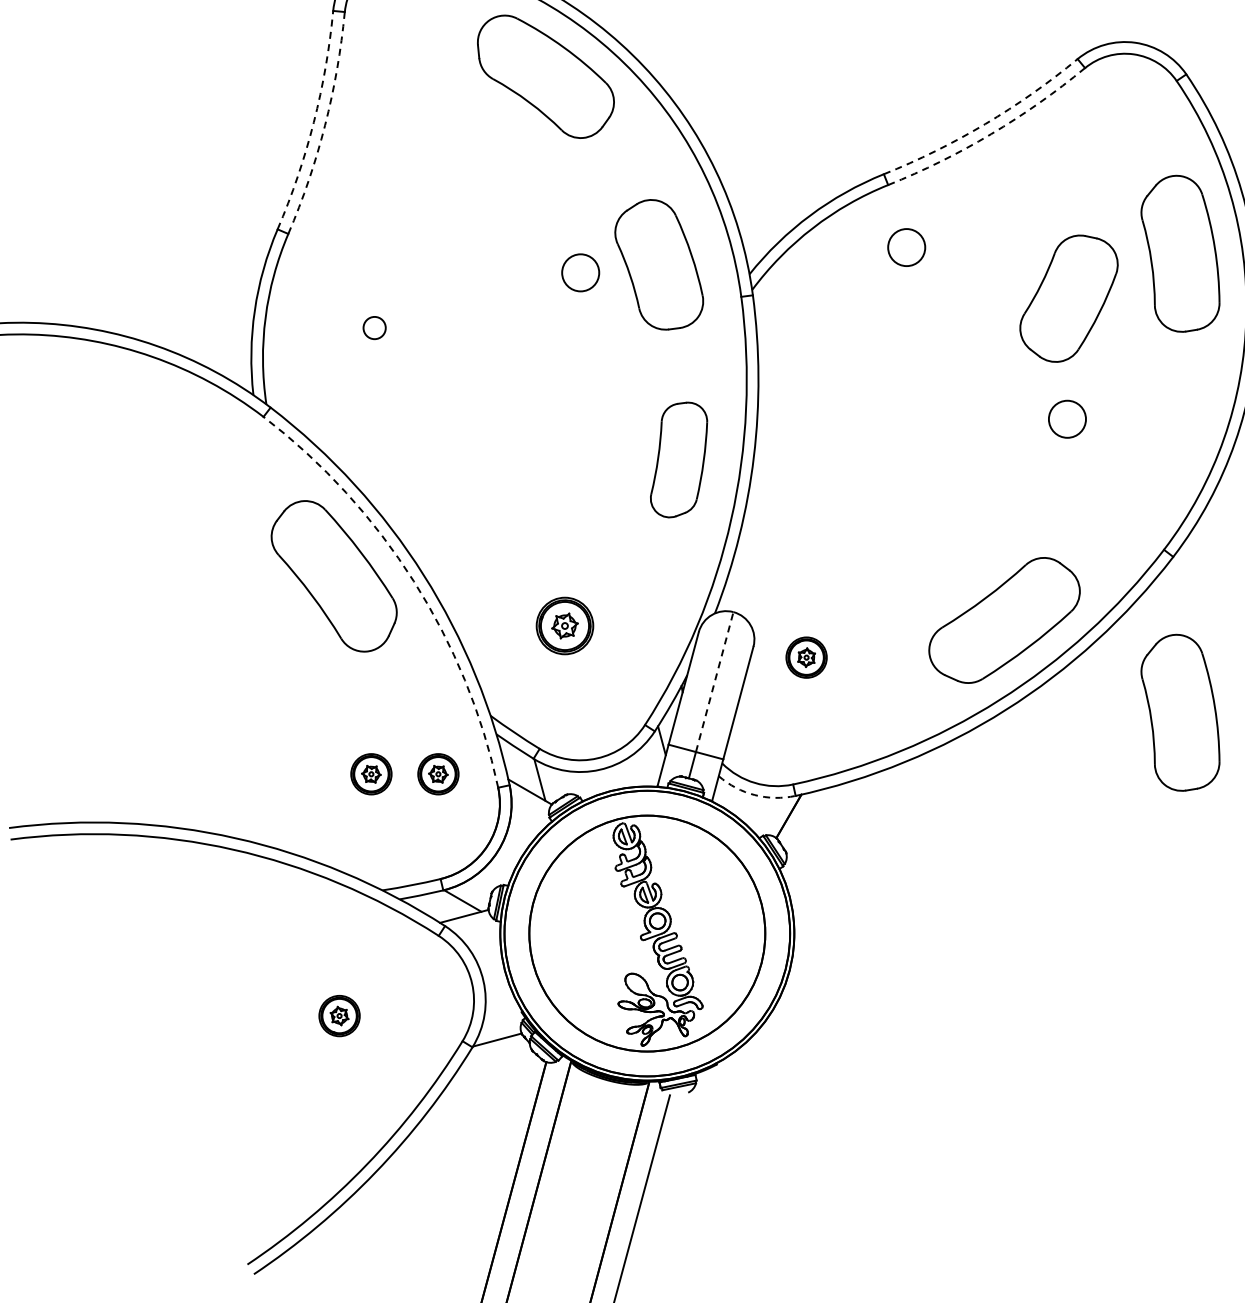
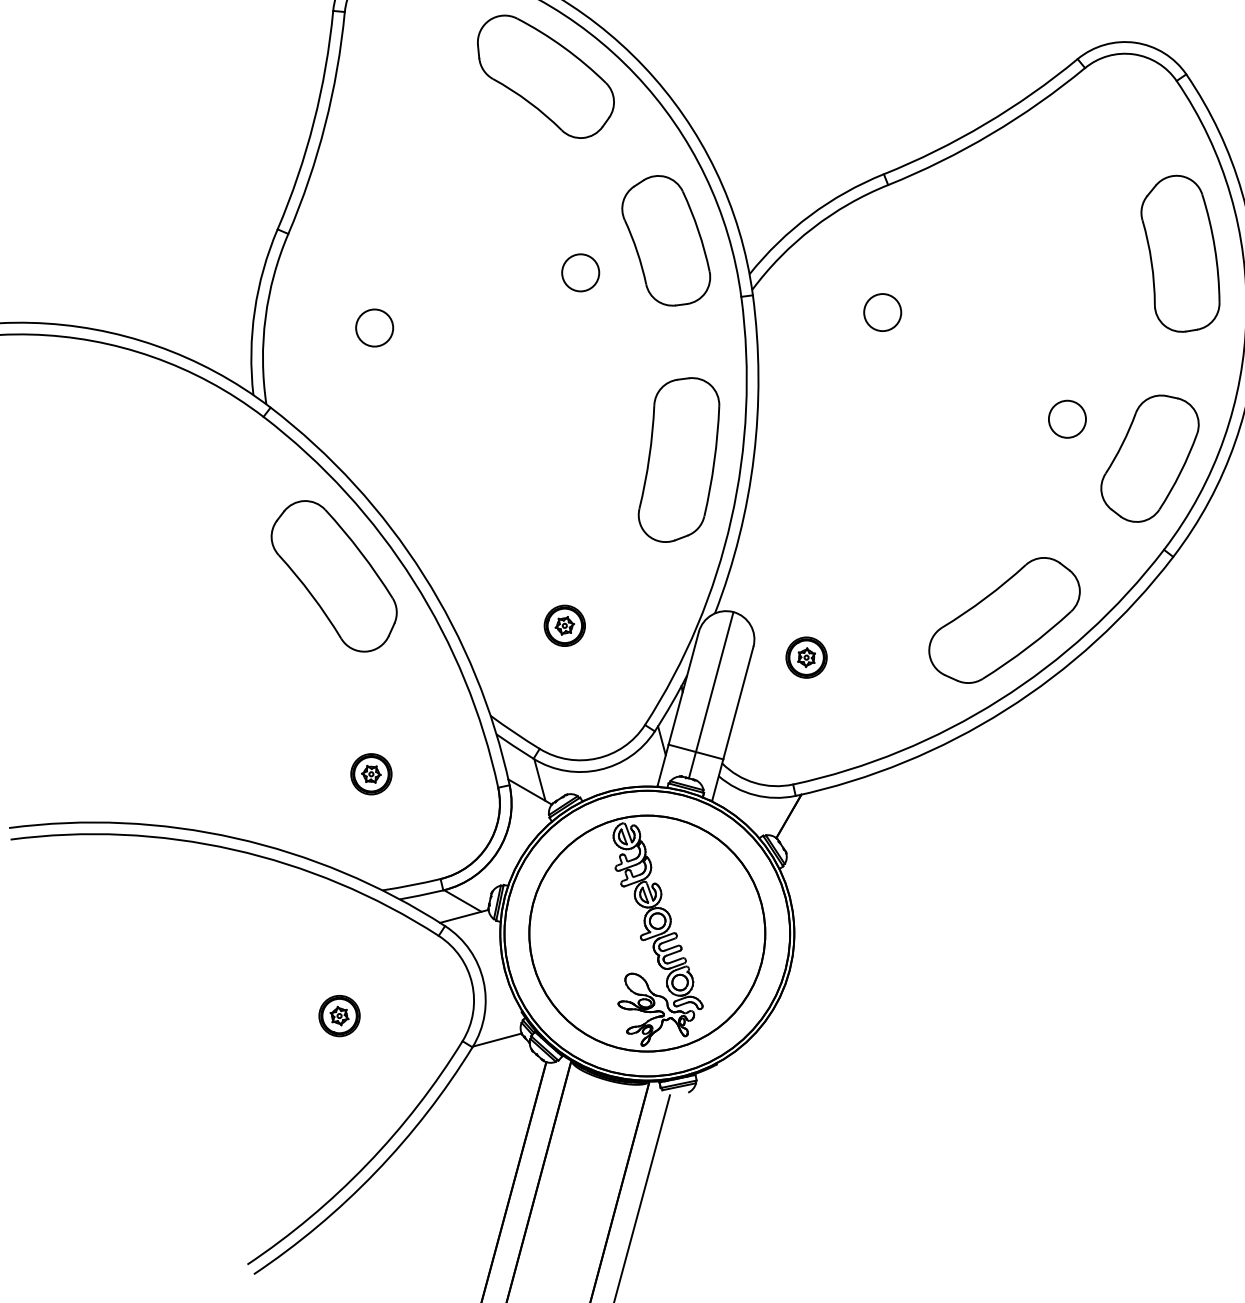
arc at (313, 122): dashed -> solid
arc at (985, 124): dashed -> solid
arc at (325, 125): dashed -> solid
arc at (991, 134): dashed -> solid
circle at (906, 247) position: (906, 247) -> (882, 312)
part at (659, 264) position: (659, 264) -> (666, 240)
part at (1068, 298) position: (1068, 298) -> (1149, 458)
circle at (374, 327) diameter: 22 px -> 37 px
part at (679, 459) size: 59x118 px -> 84x166 px
arc at (413, 581): dashed -> solid
part at (564, 625) size: 60x60 px -> 43x43 px
line at (714, 681): dashed -> solid
part at (1180, 712): present -> none
part at (438, 774): present -> none
arc at (754, 795): dashed -> solid
